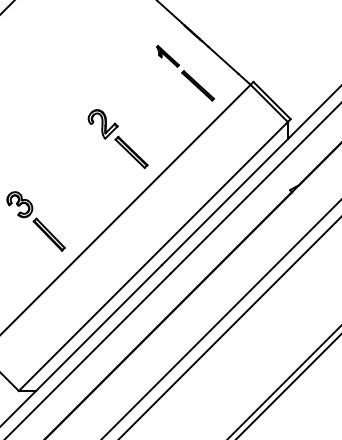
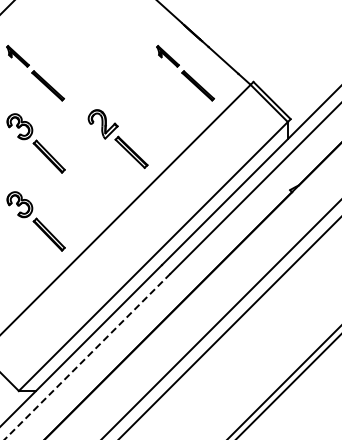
part at (35, 73): none -> present
part at (35, 143): none -> present
line at (87, 356): solid -> dashed
